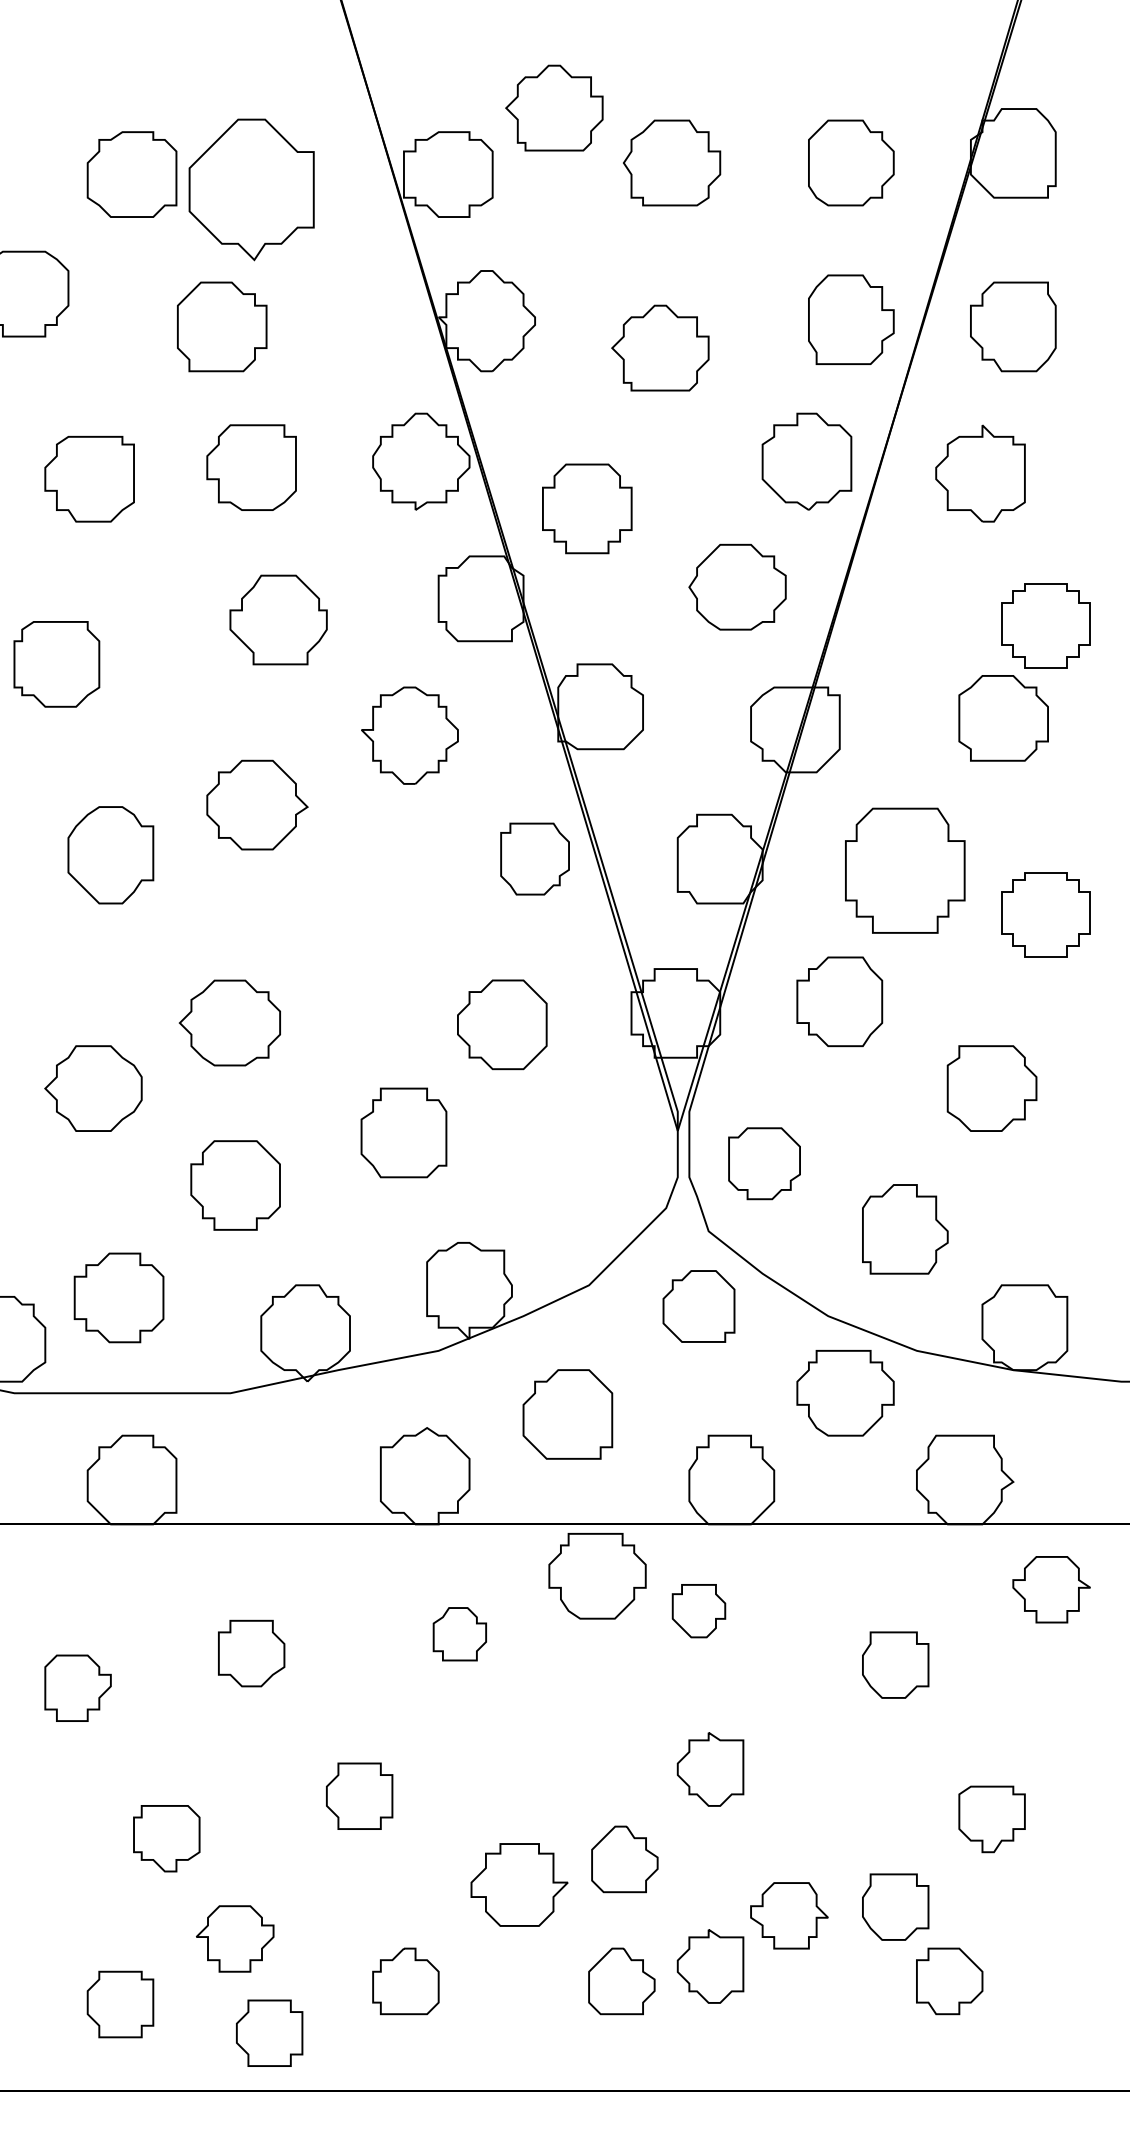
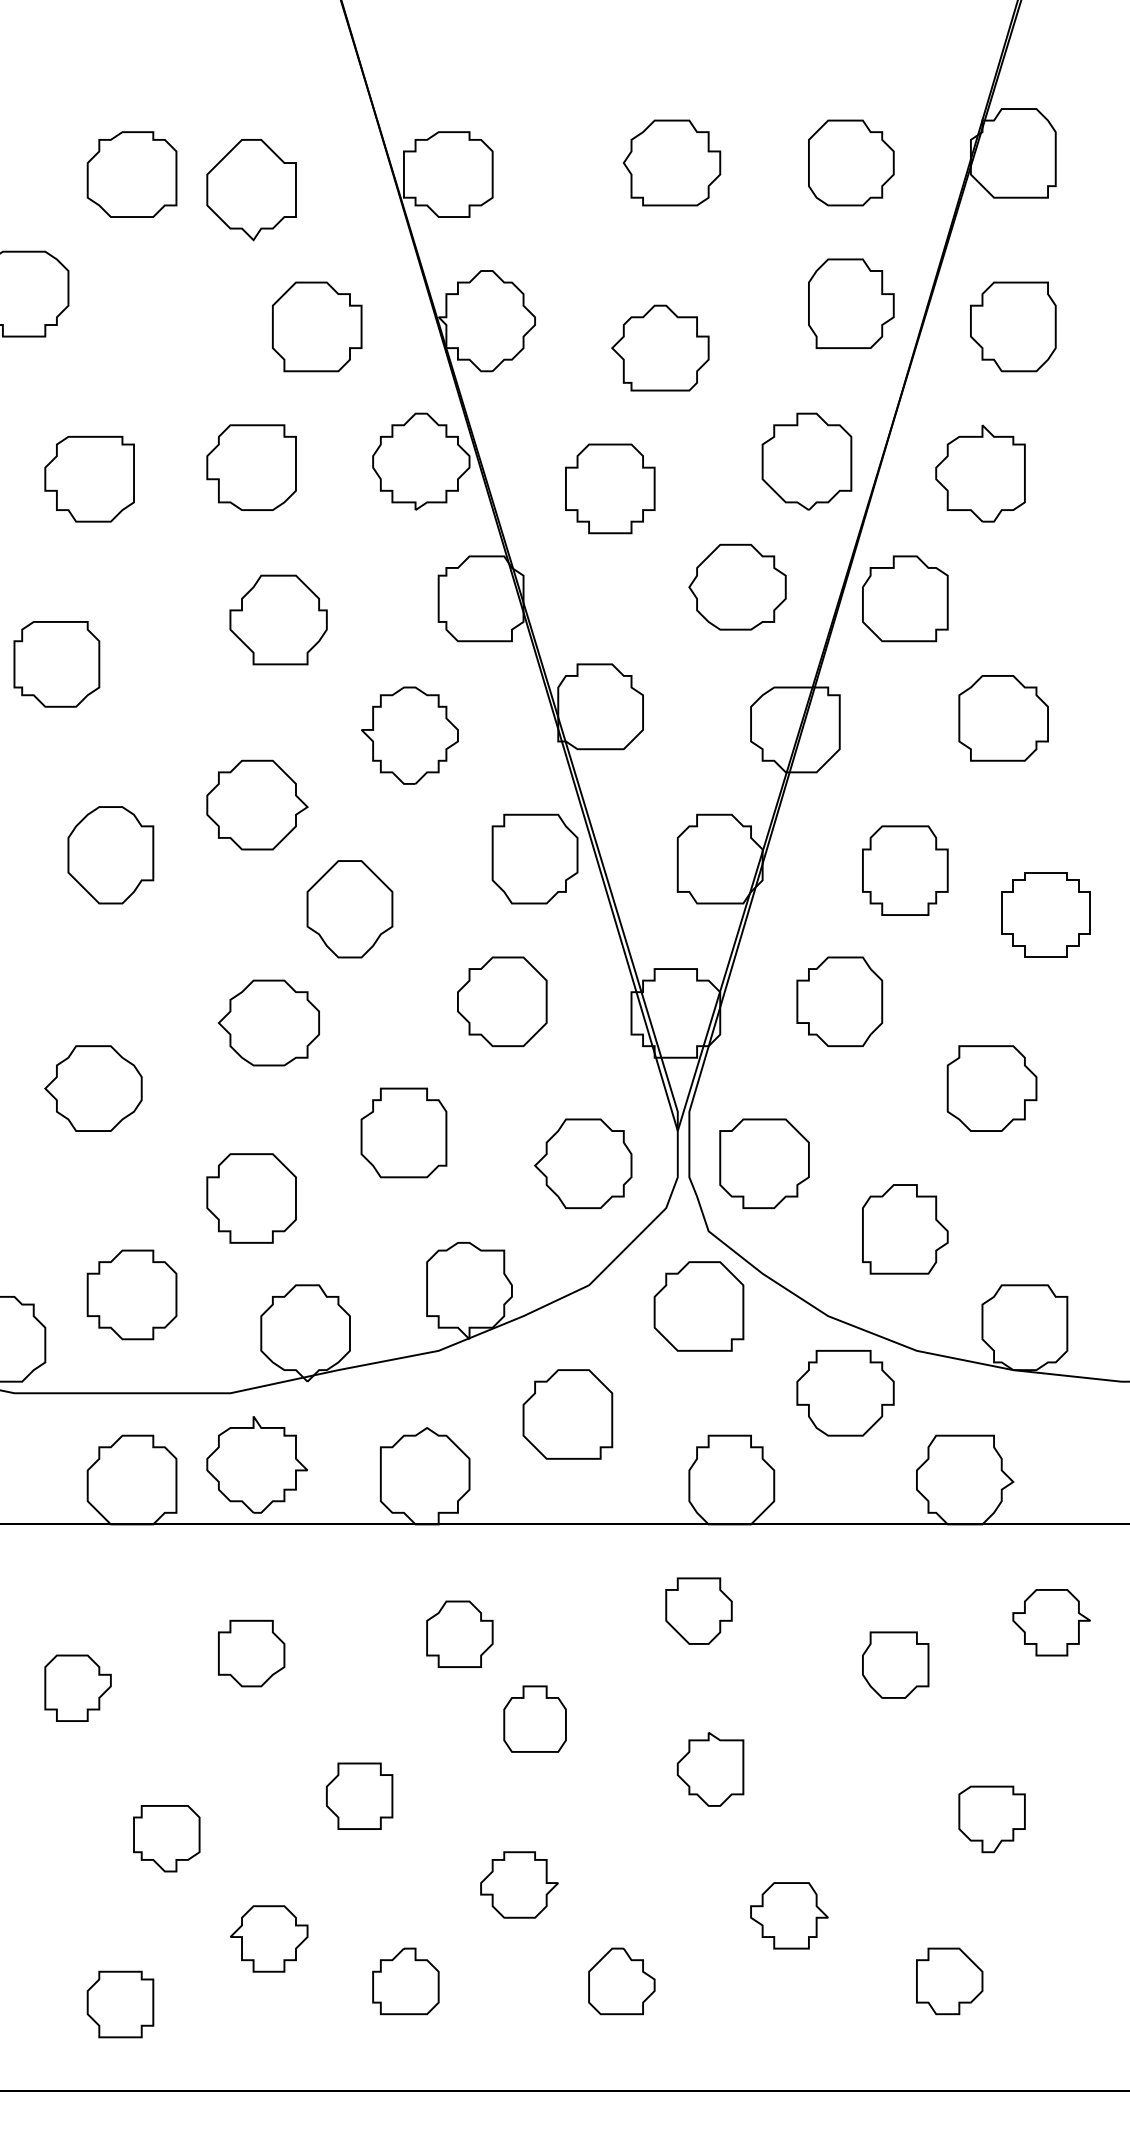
part at (554, 107): present -> none
part at (251, 189) size: 127x144 px -> 91x103 px
part at (851, 319) position: (851, 319) -> (851, 303)
part at (222, 326) position: (222, 326) -> (317, 326)
part at (587, 508) position: (587, 508) -> (610, 488)
part at (905, 598): none -> present
part at (1045, 625): present -> none
part at (534, 858) size: 70x74 px -> 88x92 px
part at (905, 870) size: 121x127 px -> 87x91 px
part at (349, 909): none -> present
part at (229, 1022) position: (229, 1022) -> (268, 1022)
part at (502, 1024) position: (502, 1024) -> (502, 1001)
part at (583, 1163): none -> present
part at (764, 1163) size: 73x74 px -> 91x91 px
part at (235, 1185) position: (235, 1185) -> (251, 1198)
part at (118, 1297) position: (118, 1297) -> (131, 1294)
part at (698, 1306) size: 74x73 px -> 92x91 px
part at (256, 1464): none -> present
part at (597, 1576): present -> none
part at (1051, 1589) position: (1051, 1589) -> (1051, 1622)
part at (698, 1611) size: 56x55 px -> 68x68 px
part at (459, 1634) size: 55x55 px -> 68x68 px
part at (534, 1718): none -> present
part at (624, 1859): present -> none
part at (519, 1884) size: 99x84 px -> 79x68 px
part at (895, 1906): present -> none
part at (235, 1938) position: (235, 1938) -> (269, 1938)
part at (710, 1966): present -> none
part at (269, 2032): present -> none
